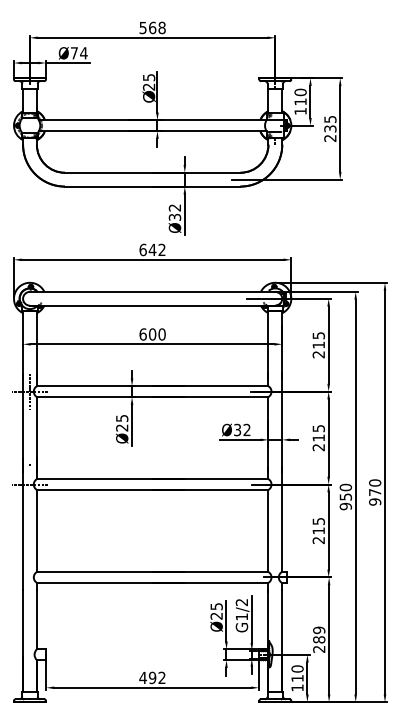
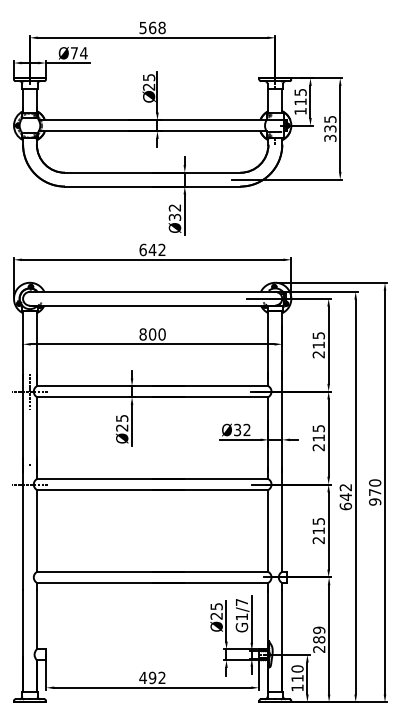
text at (300, 92): 110 -> 115
text at (330, 138): 235 -> 335
text at (142, 334): 600 -> 800
text at (345, 496): 950 -> 642
text at (241, 602): G1/2 -> G1/7
